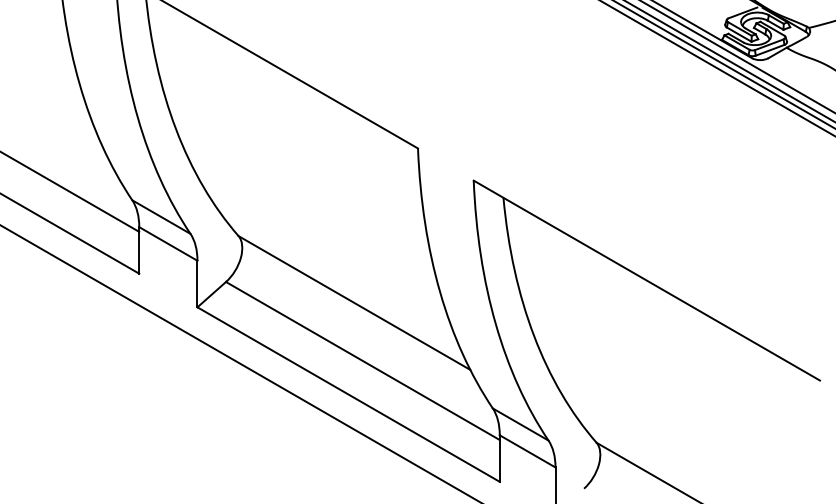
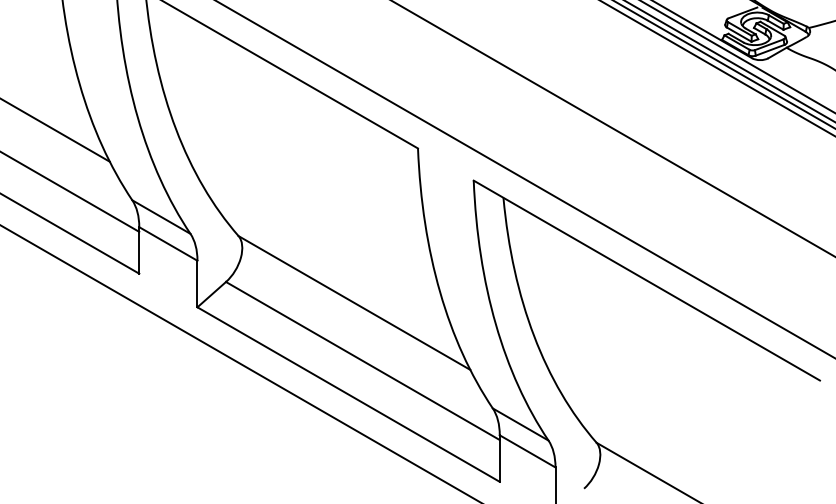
line at (613, 128): none -> present
line at (55, 130): none -> present
line at (525, 179): none -> present
